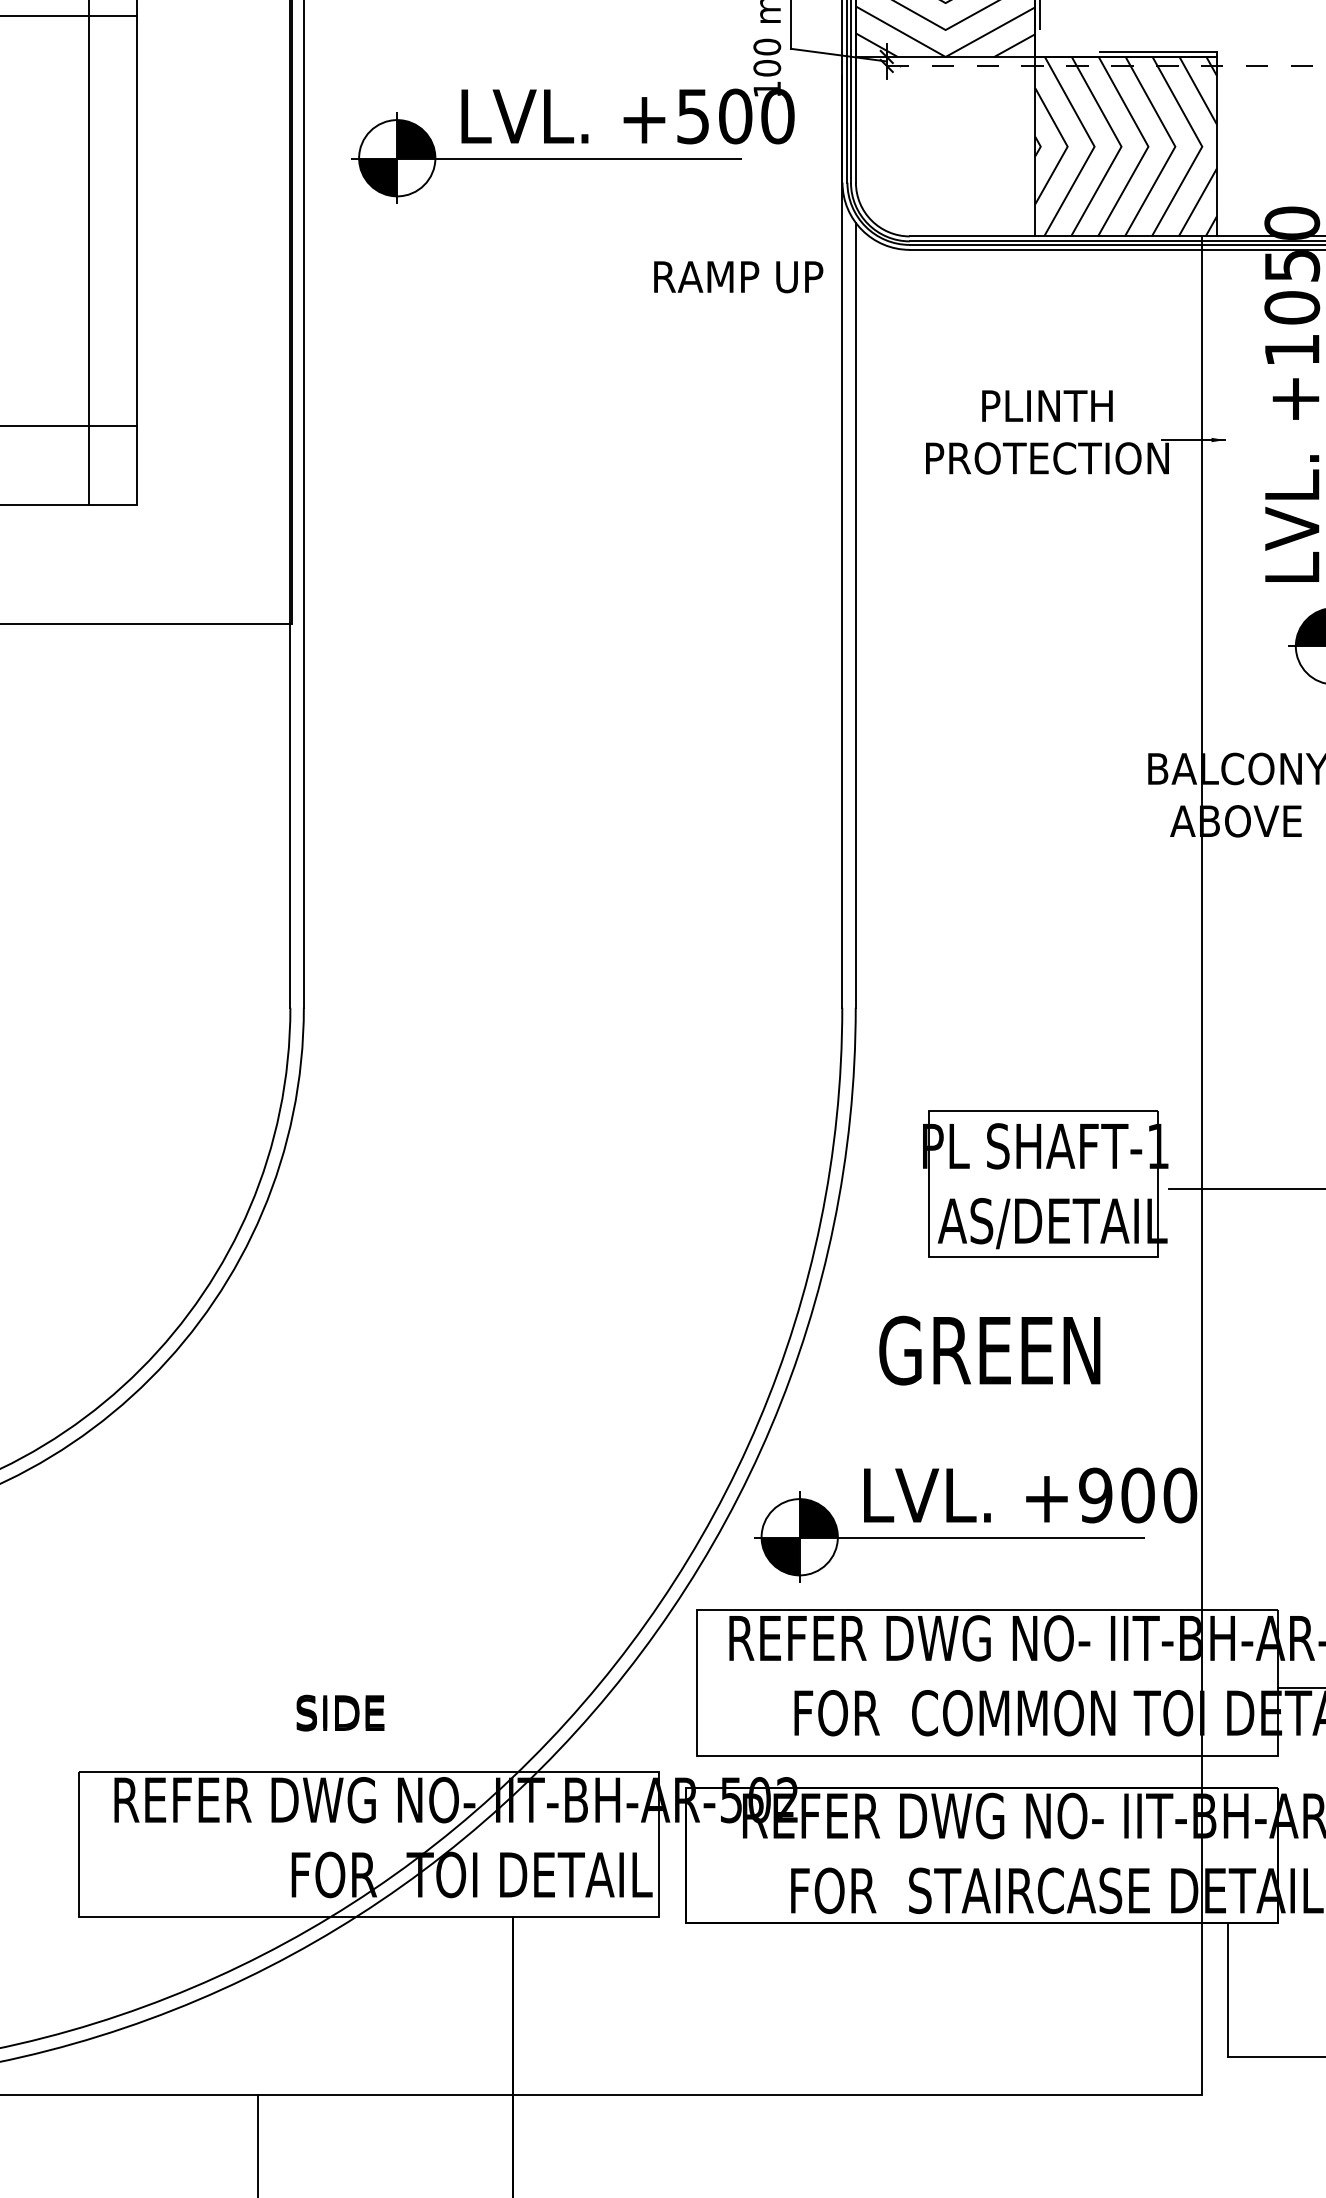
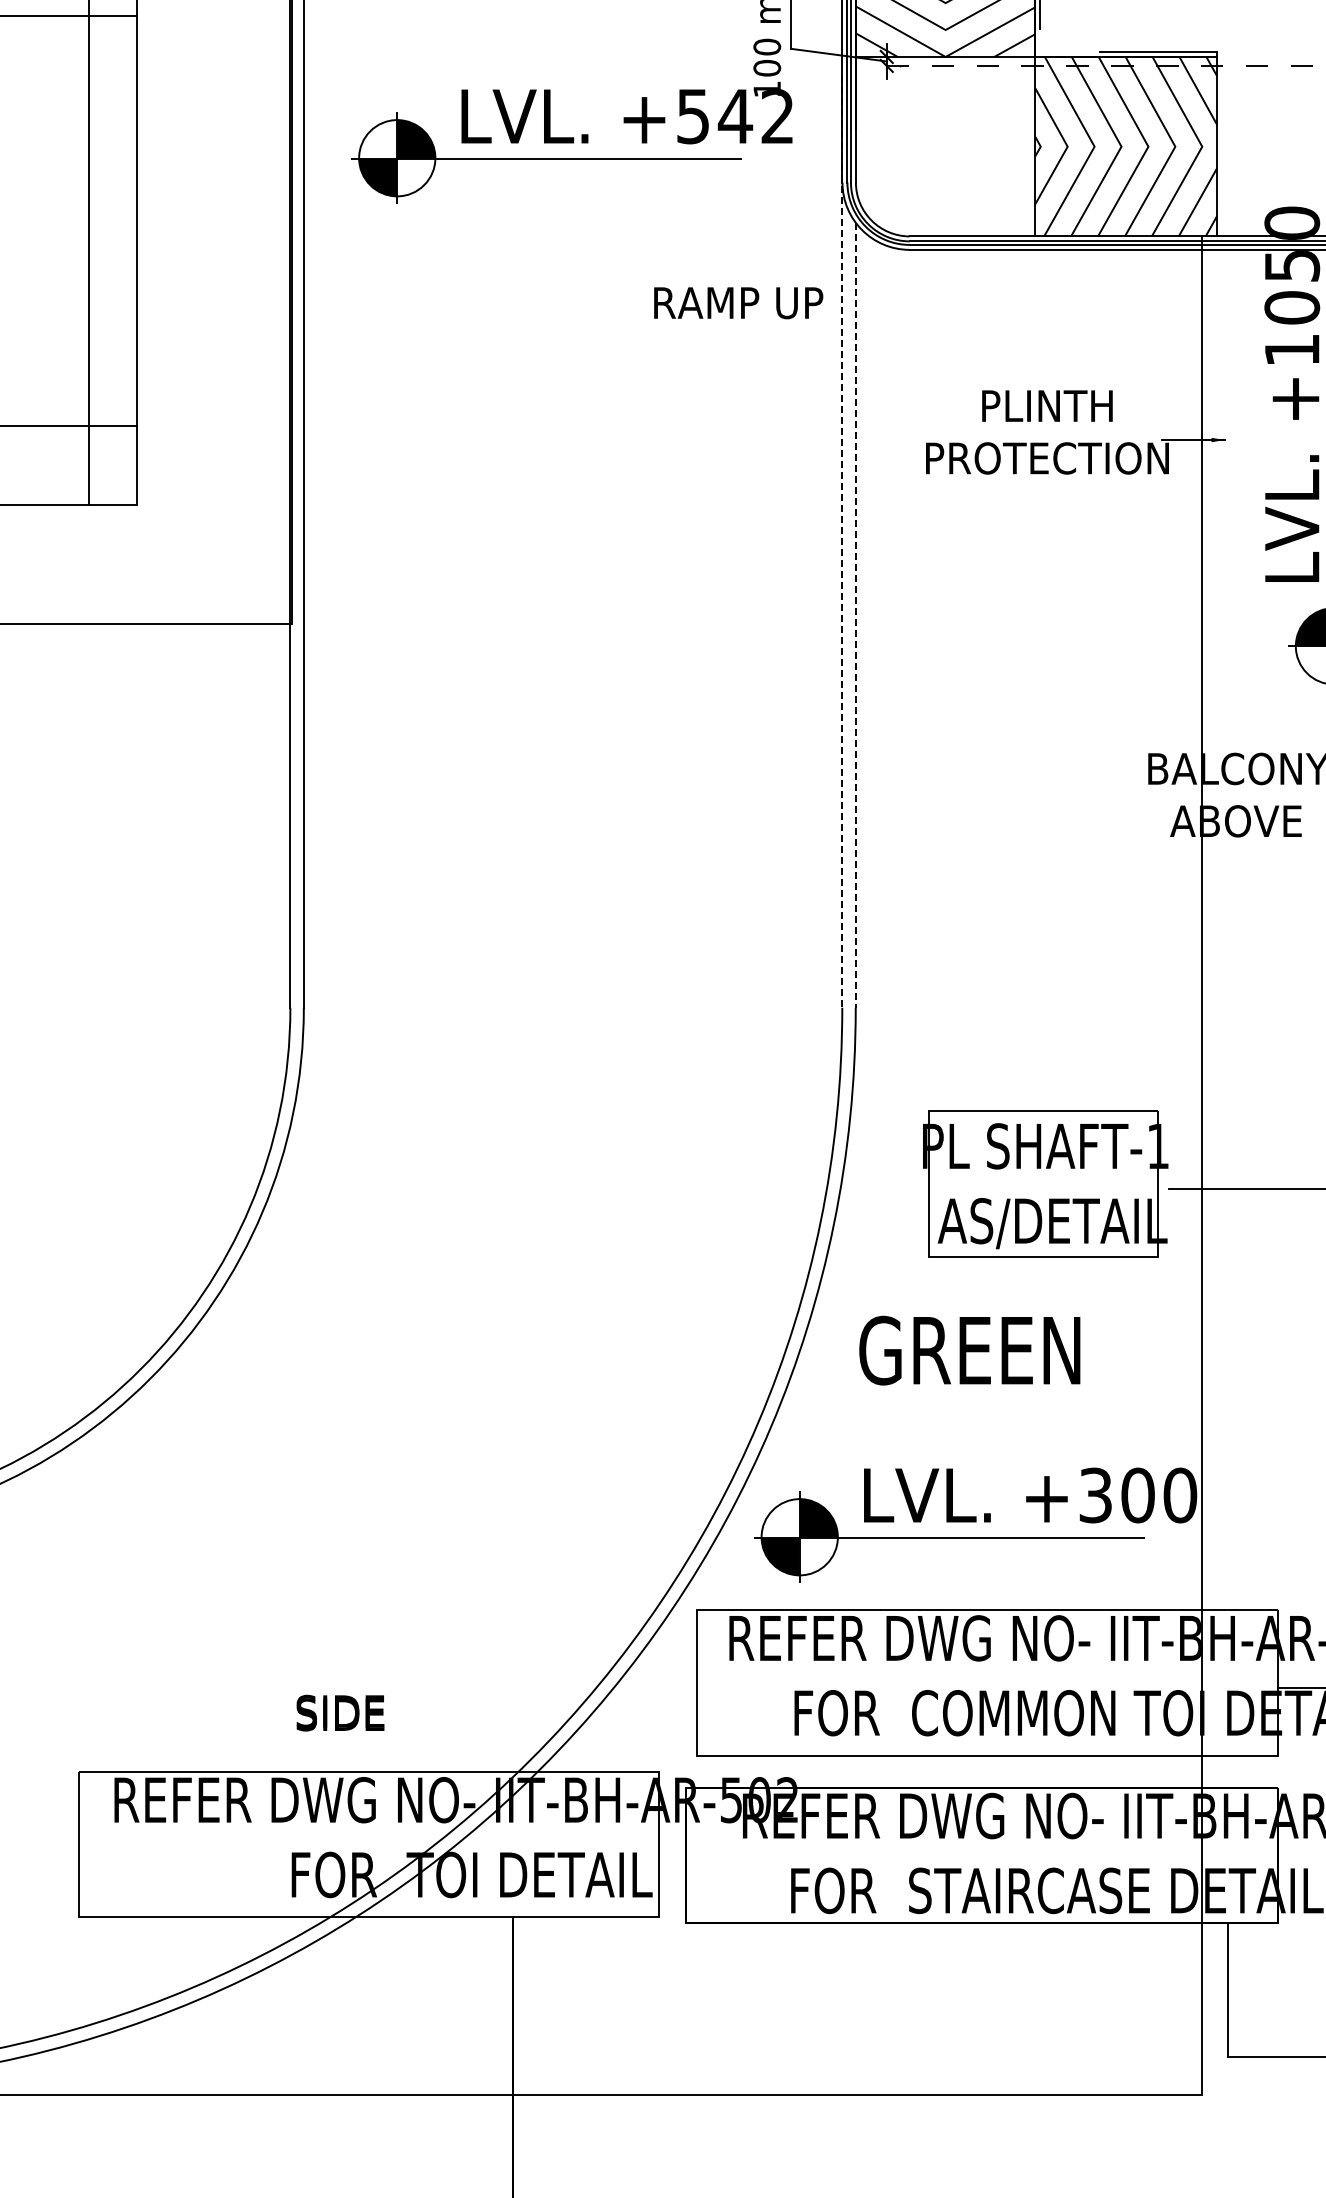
text at (755, 116): +500 -> +542
text at (738, 277) position: (738, 277) -> (738, 303)
line at (842, 542): solid -> dashed
line at (855, 615): solid -> dashed
text at (989, 1350) position: (989, 1350) -> (969, 1350)
text at (1095, 1495): +900 -> +300
line at (258, 2144): present -> none
